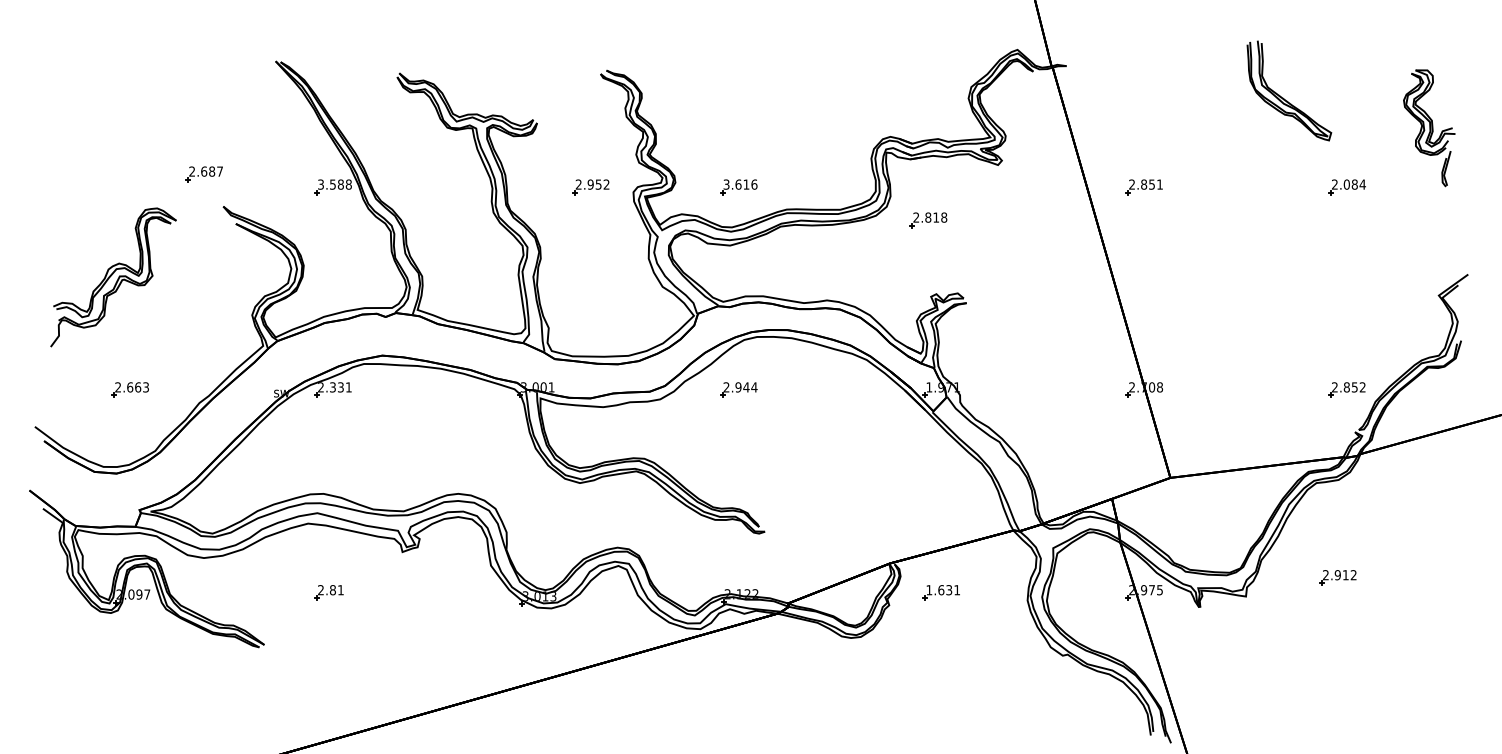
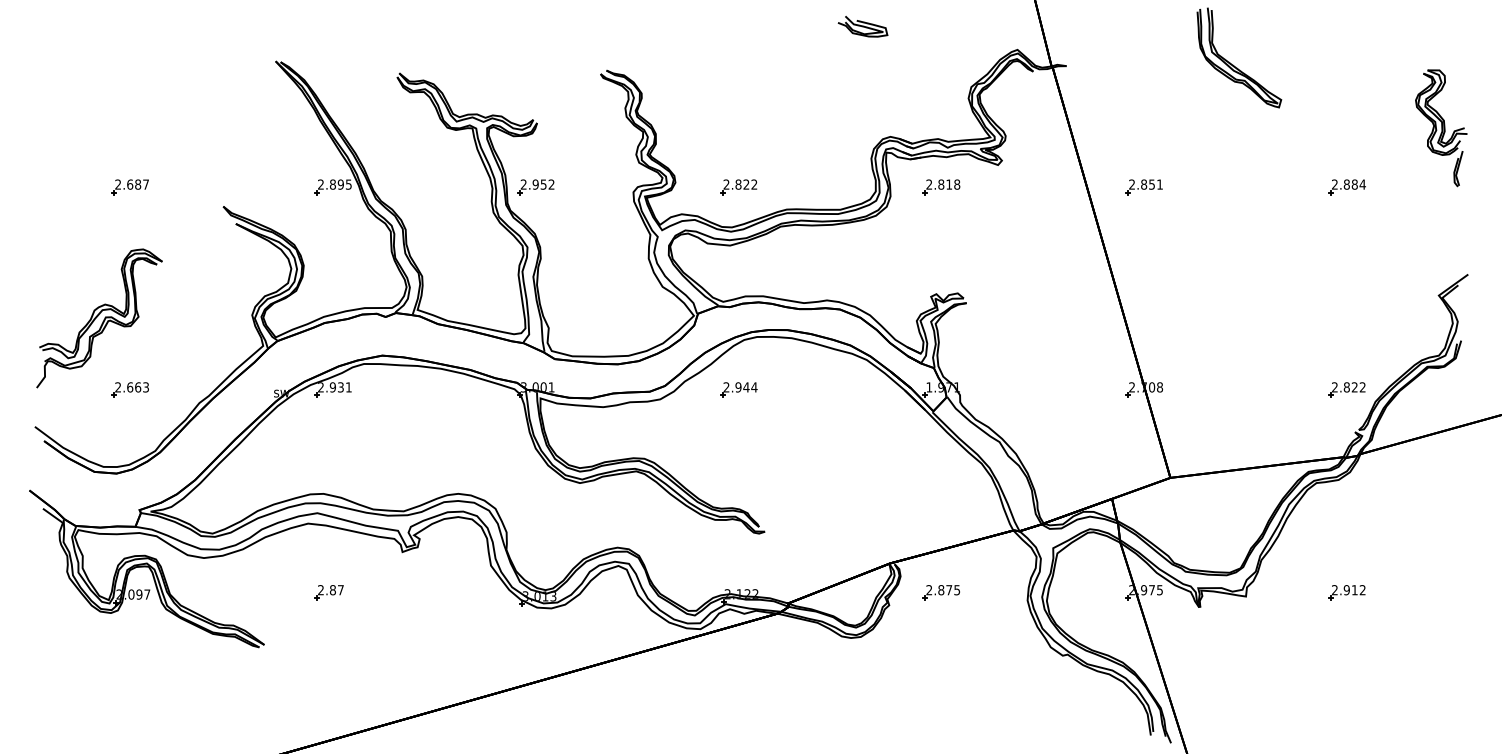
part at (862, 26): none -> present
part at (1283, 97) position: (1283, 97) -> (1233, 64)
part at (1429, 128) position: (1429, 128) -> (1441, 128)
part at (203, 174) position: (203, 174) -> (129, 187)
text at (334, 184): 3.588 -> 2.895
text at (740, 184): 3.616 -> 2.822
text at (1346, 184): 2.084 -> 2.884
part at (590, 187) position: (590, 187) -> (535, 187)
part at (928, 220) position: (928, 220) -> (941, 187)
part at (113, 277) position: (113, 277) -> (99, 318)
text at (332, 387): 2.331 -> 2.931
text at (1354, 387): 2.852 -> 2.822
part at (1337, 577) position: (1337, 577) -> (1346, 592)
text at (340, 590): 2.81 -> 2.87
text at (943, 590): 1.631 -> 2.875
